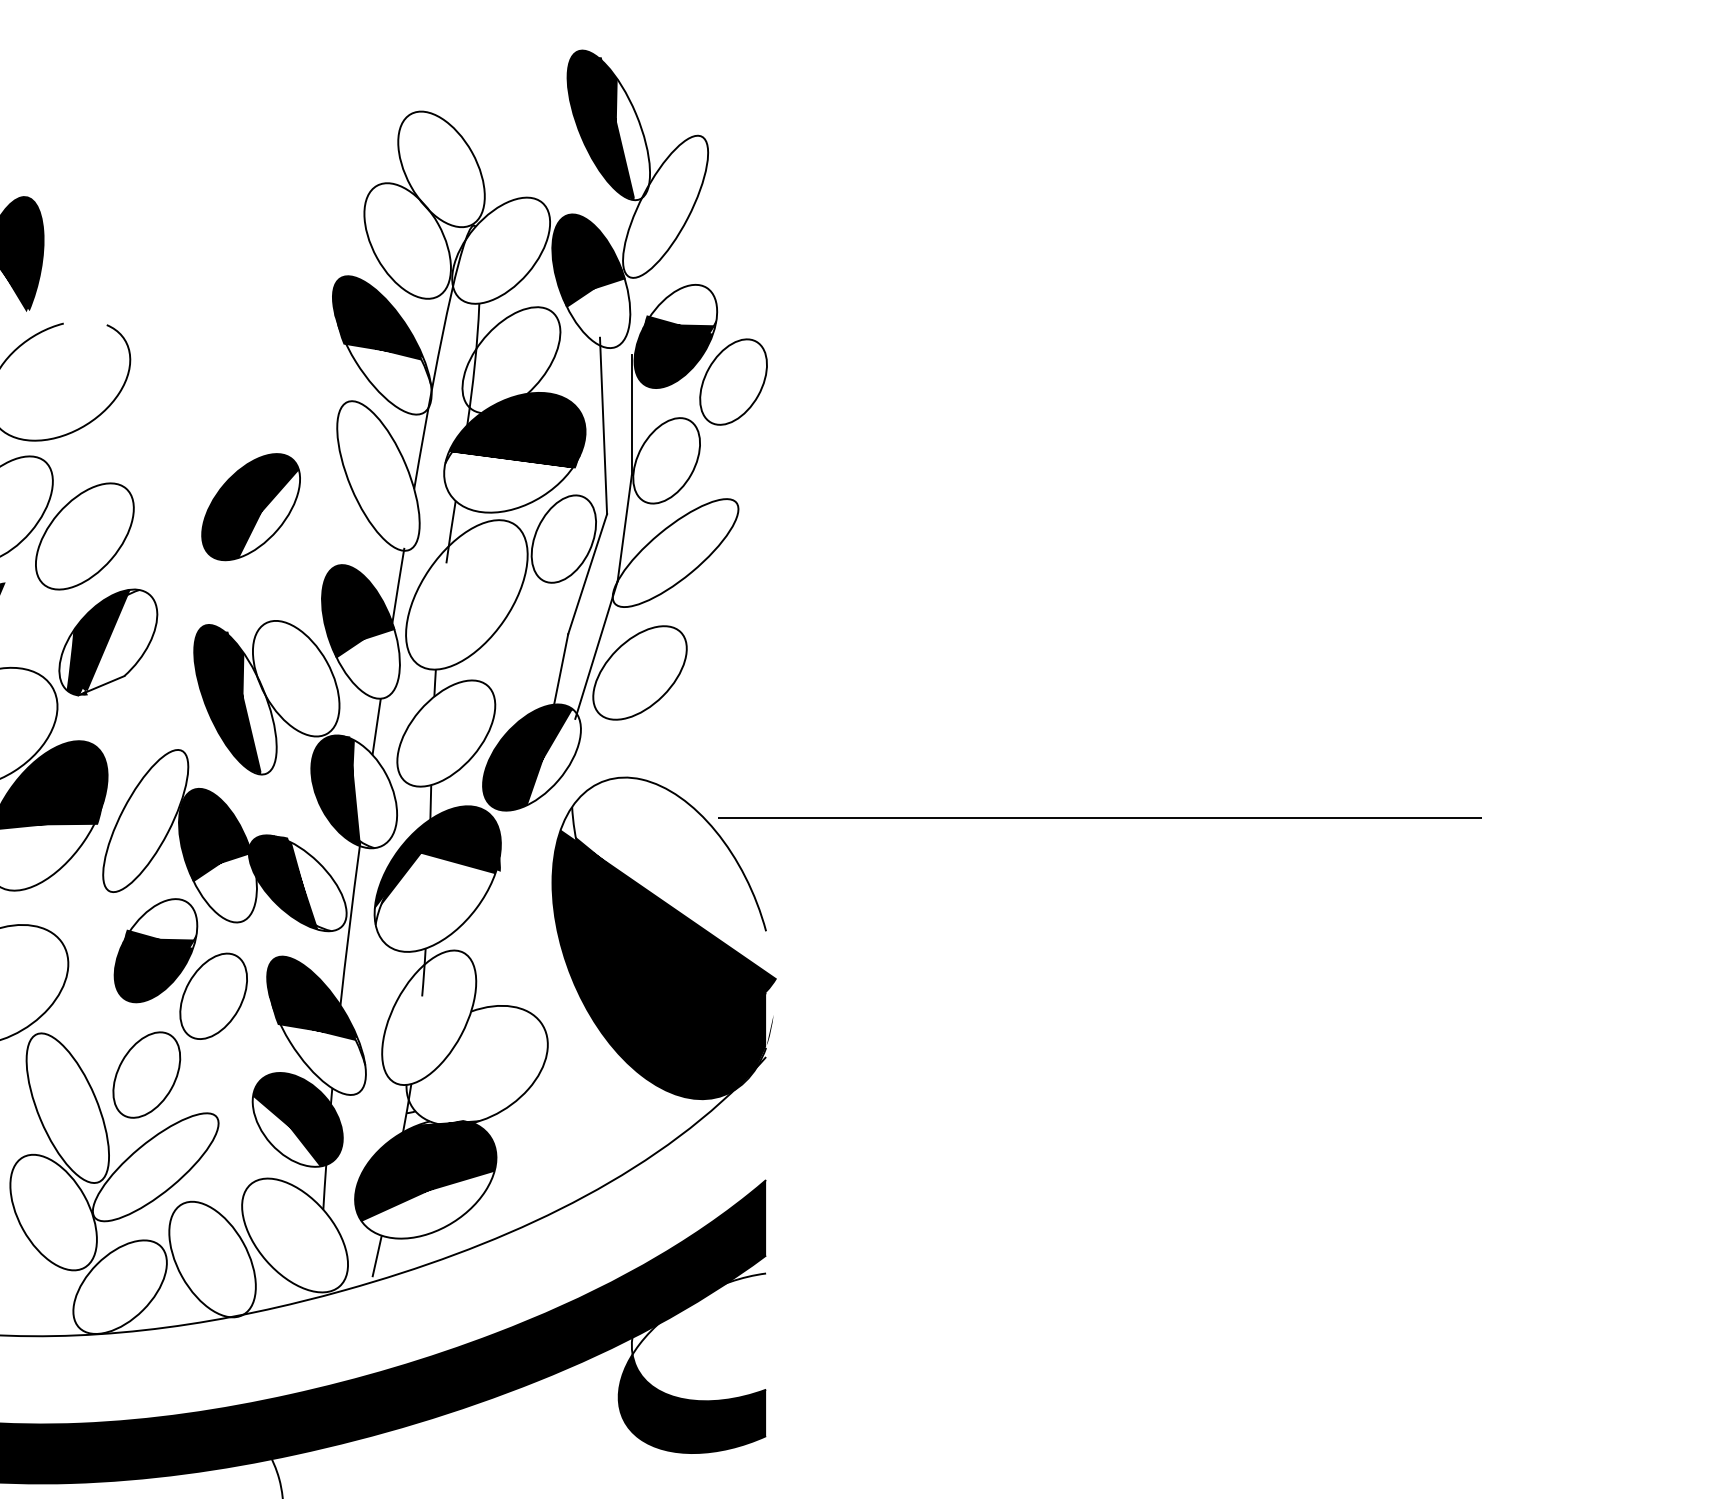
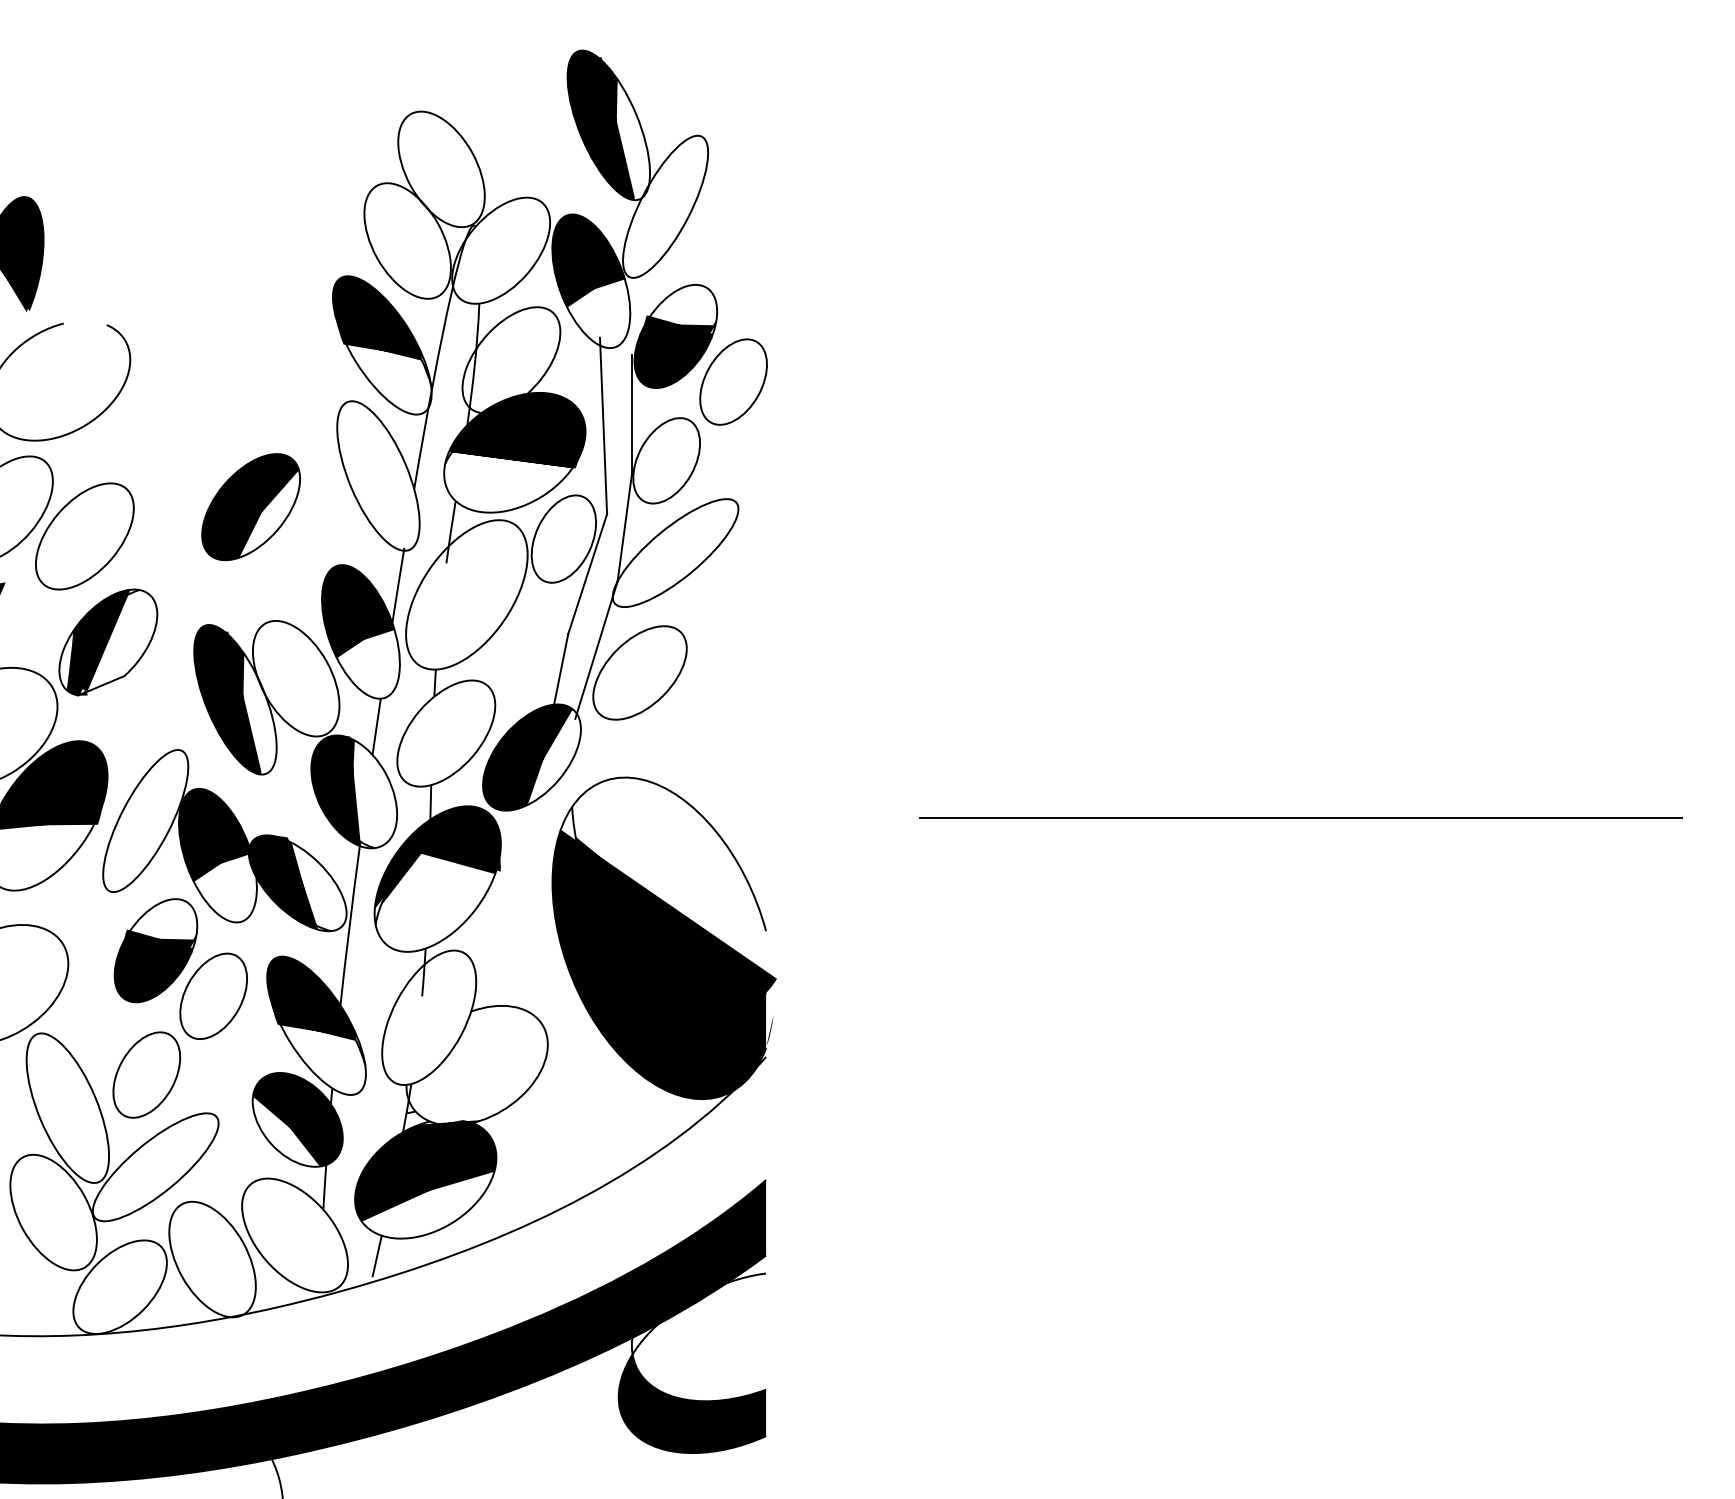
line at (1099, 817) position: (1099, 817) -> (1300, 817)
